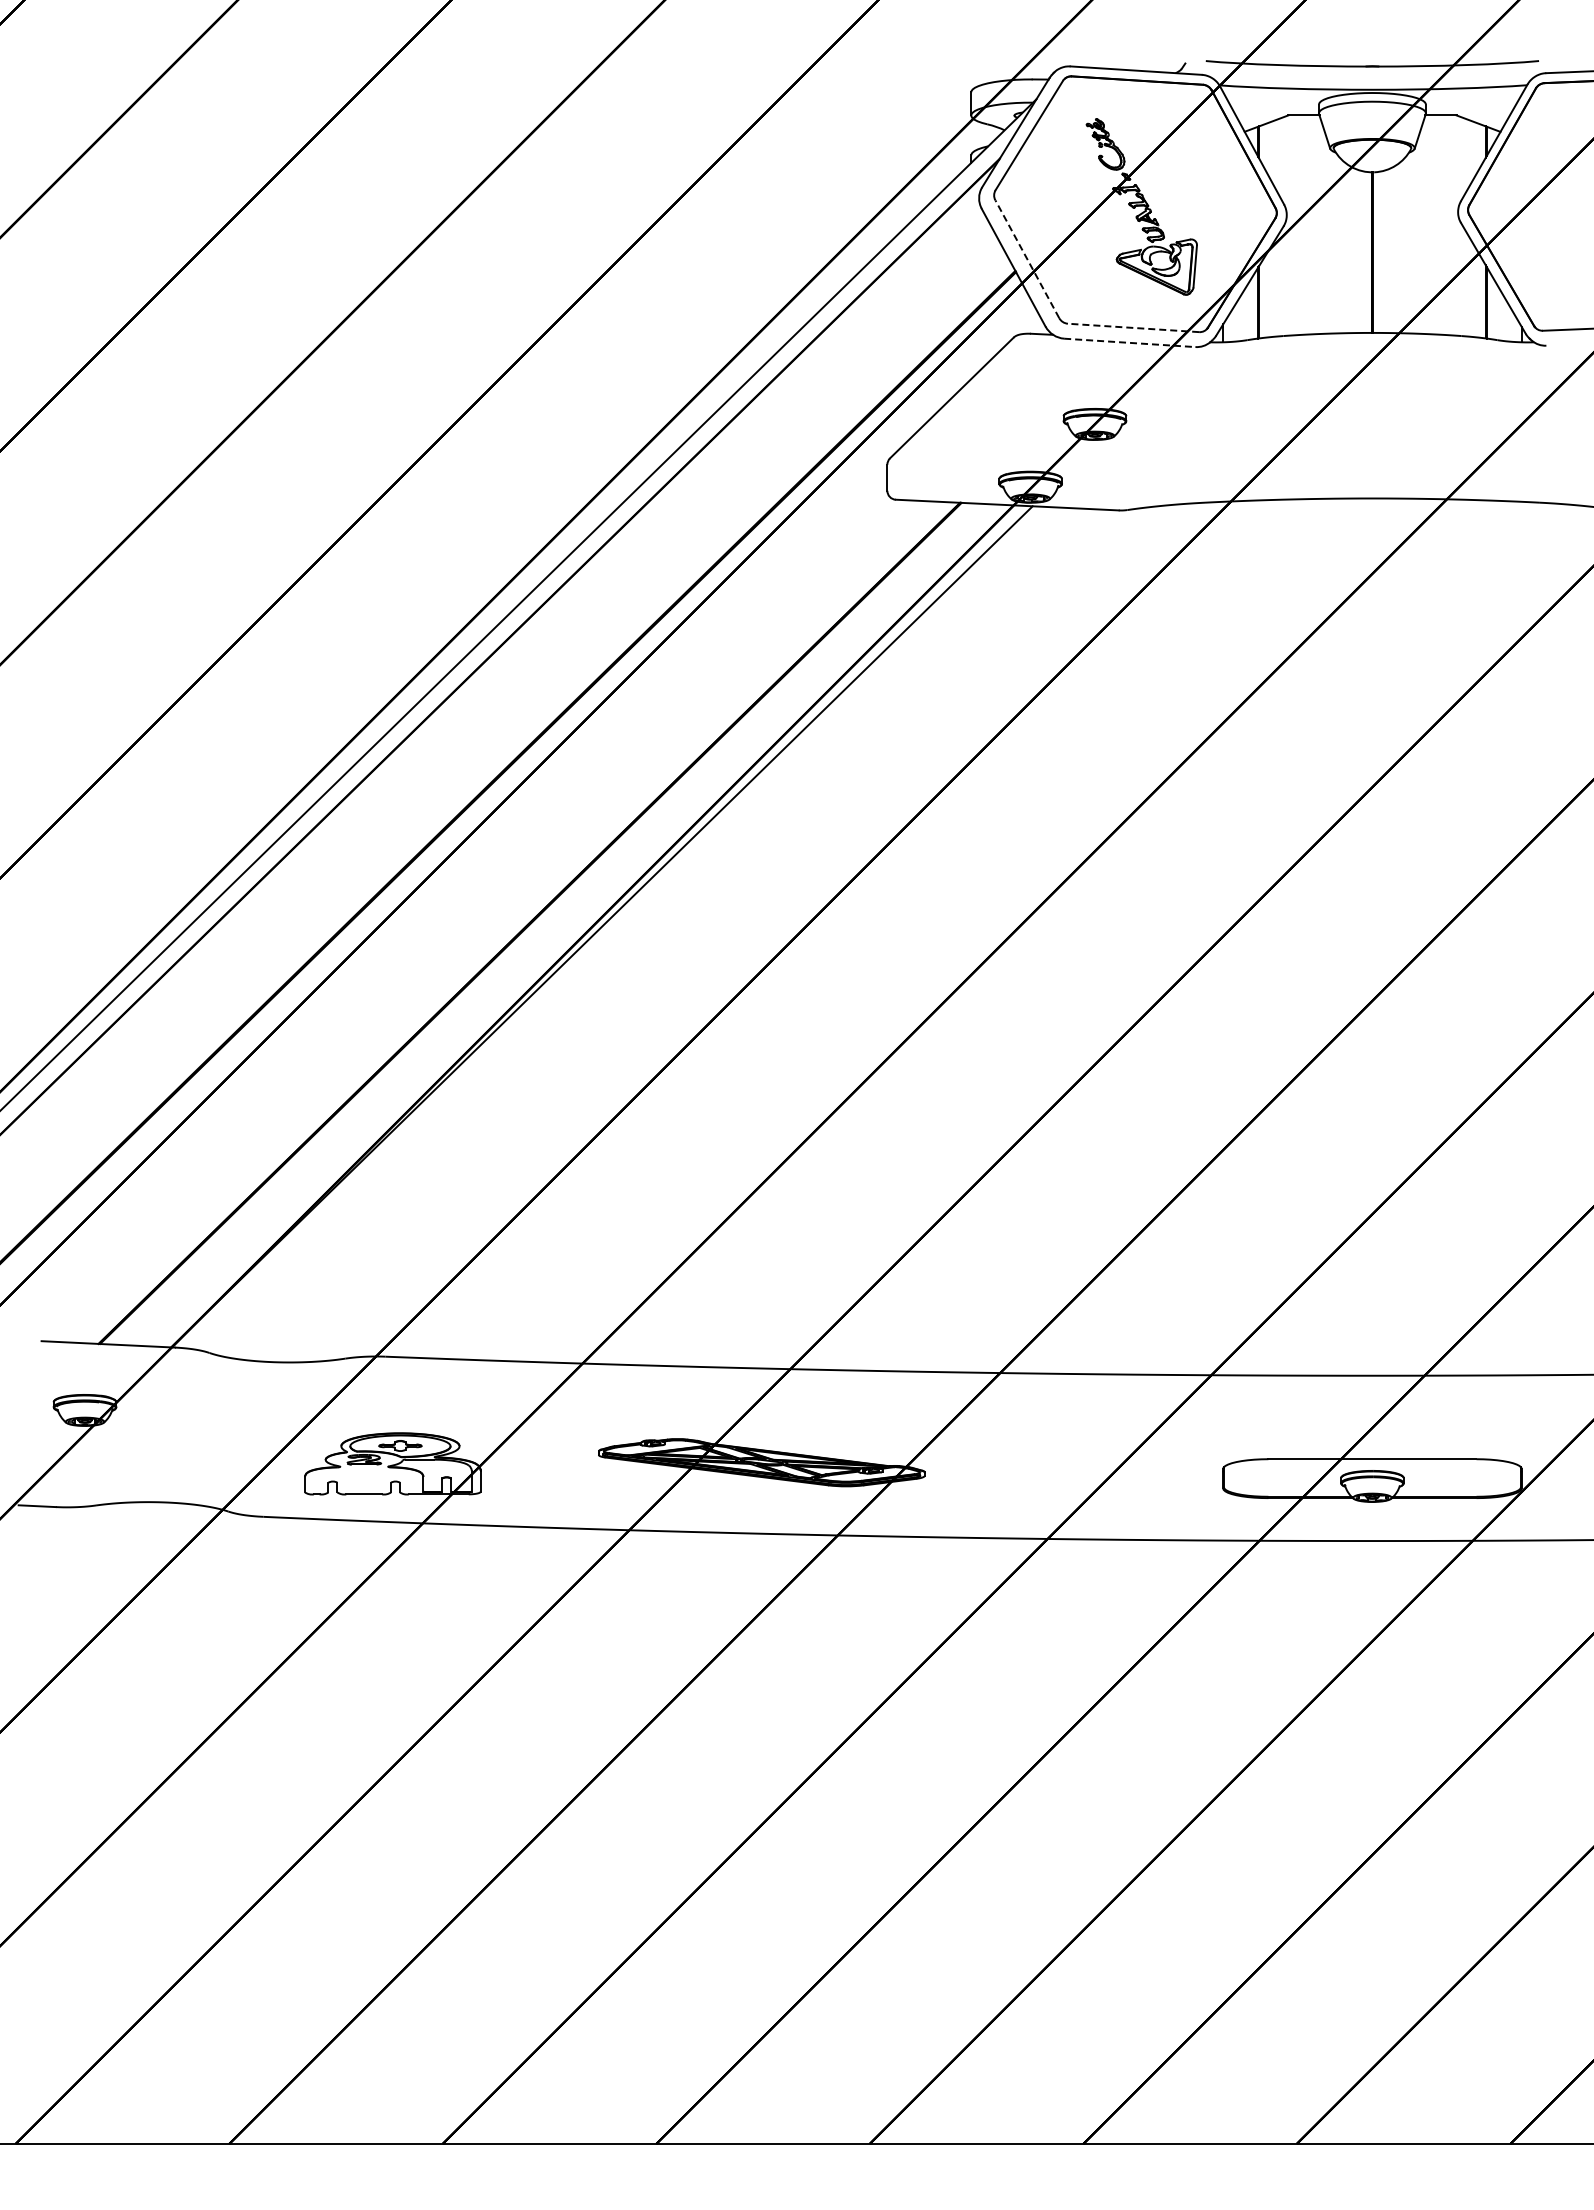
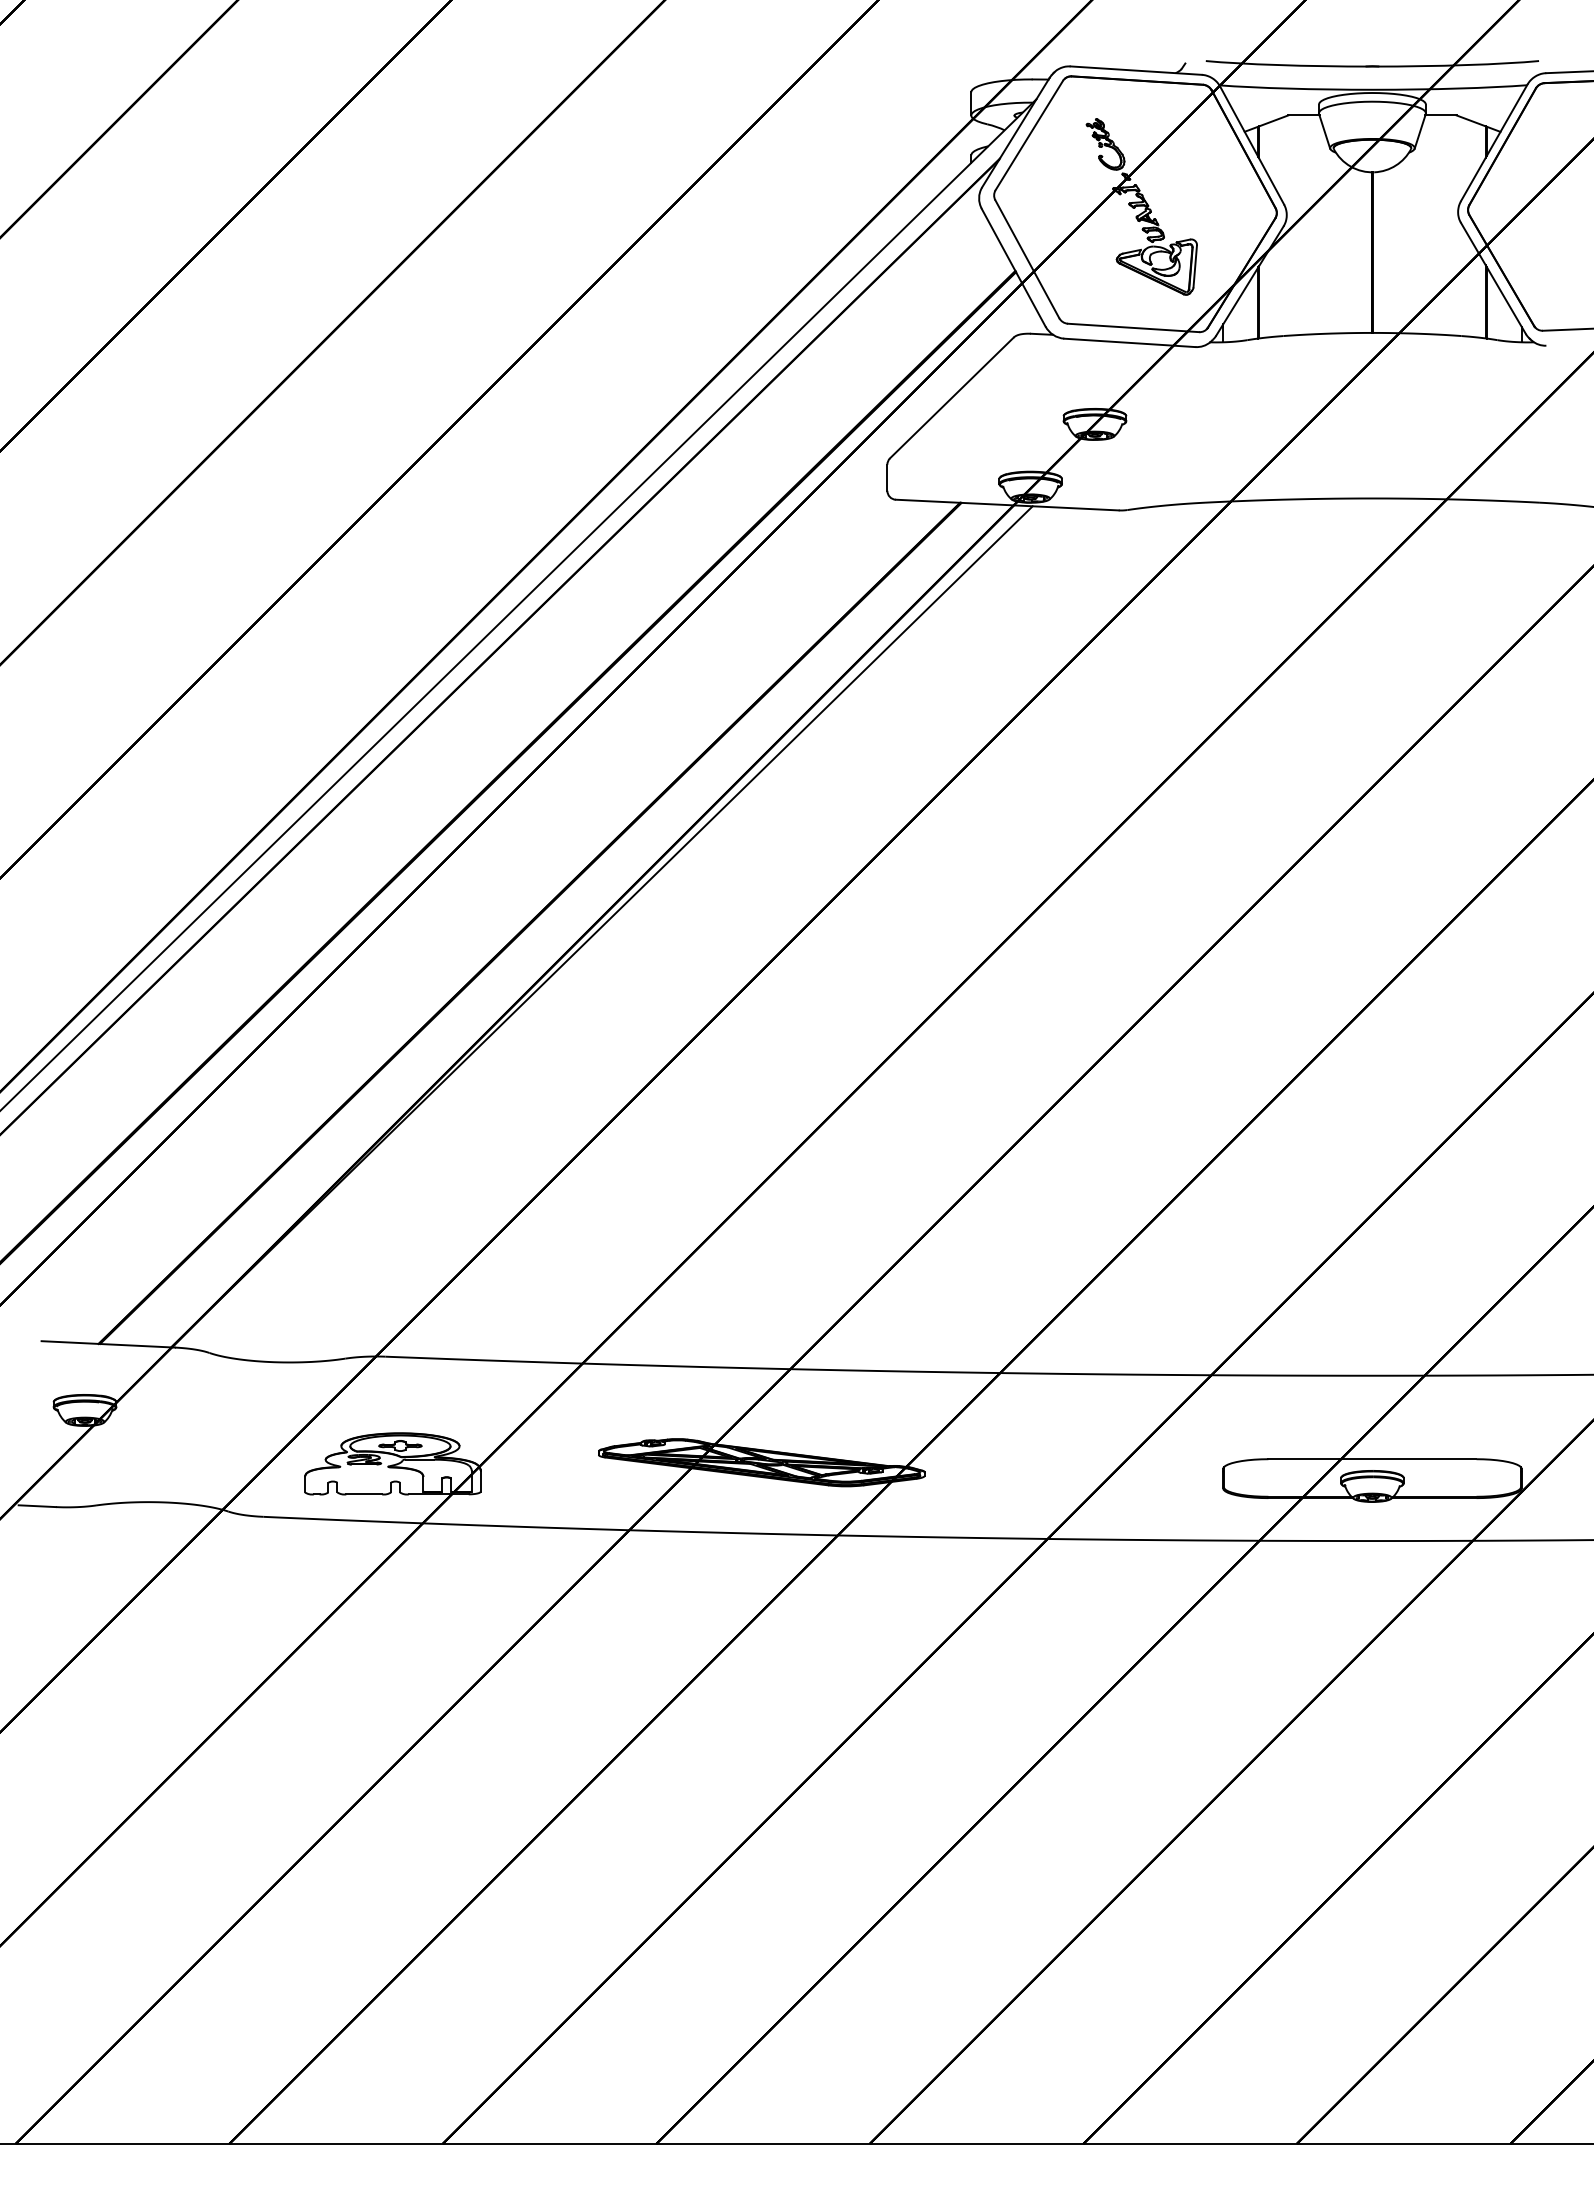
line at (1027, 259): dashed -> solid
line at (1133, 327): dashed -> solid
line at (1129, 342): dashed -> solid
